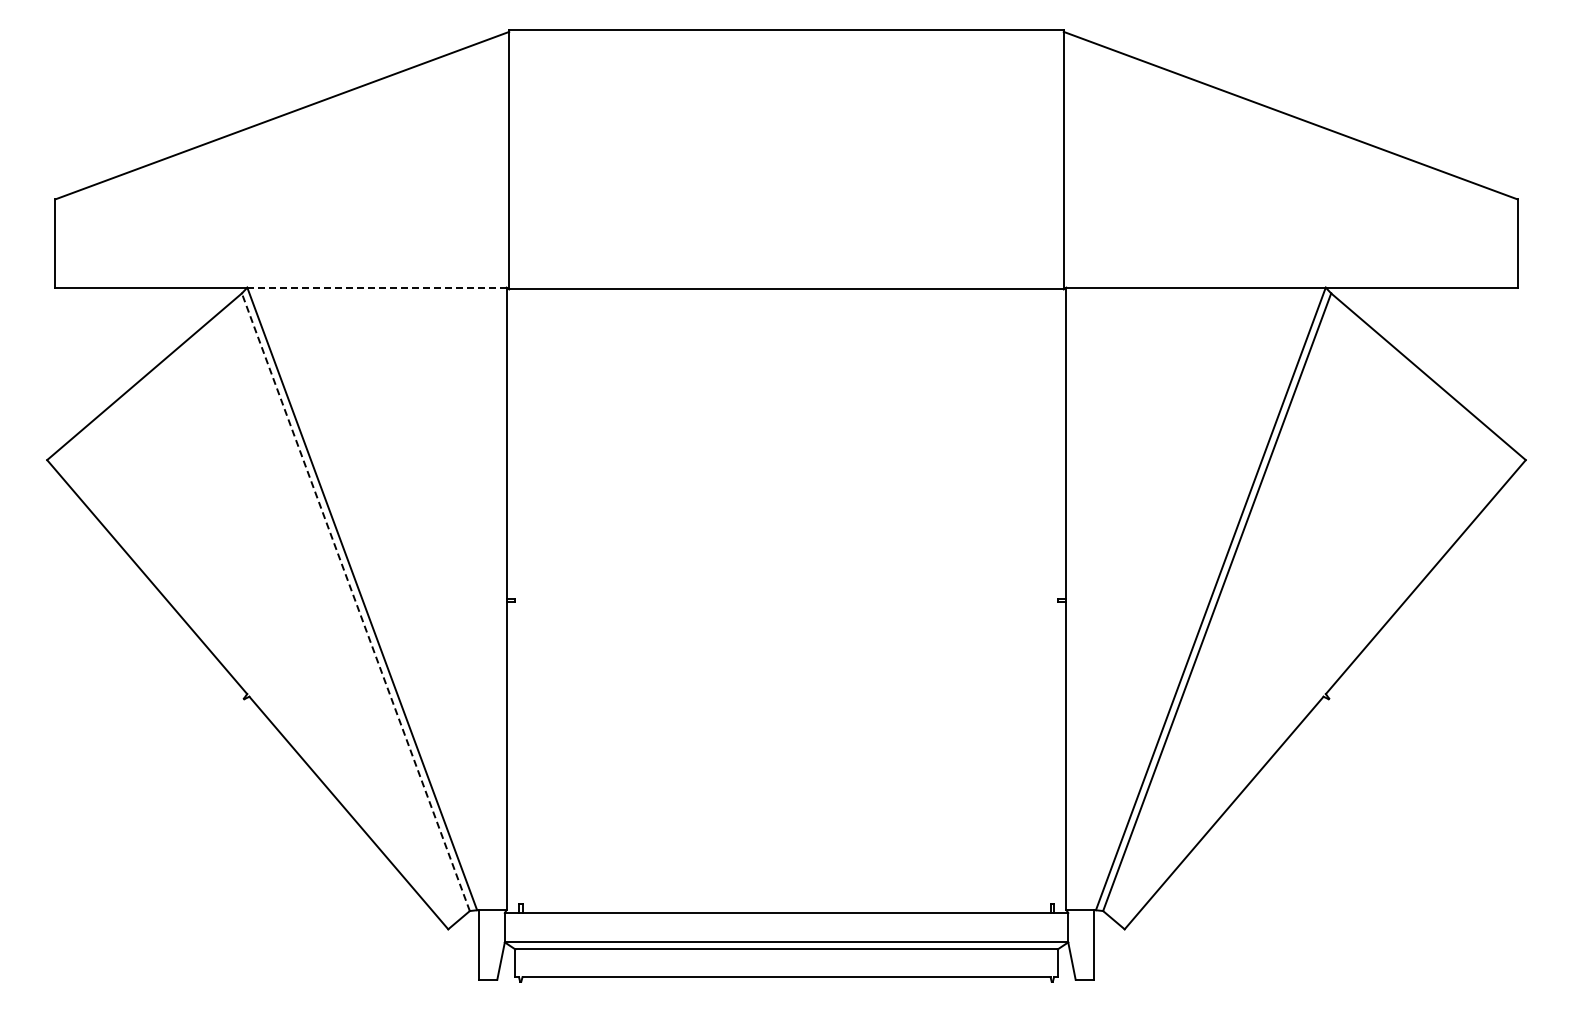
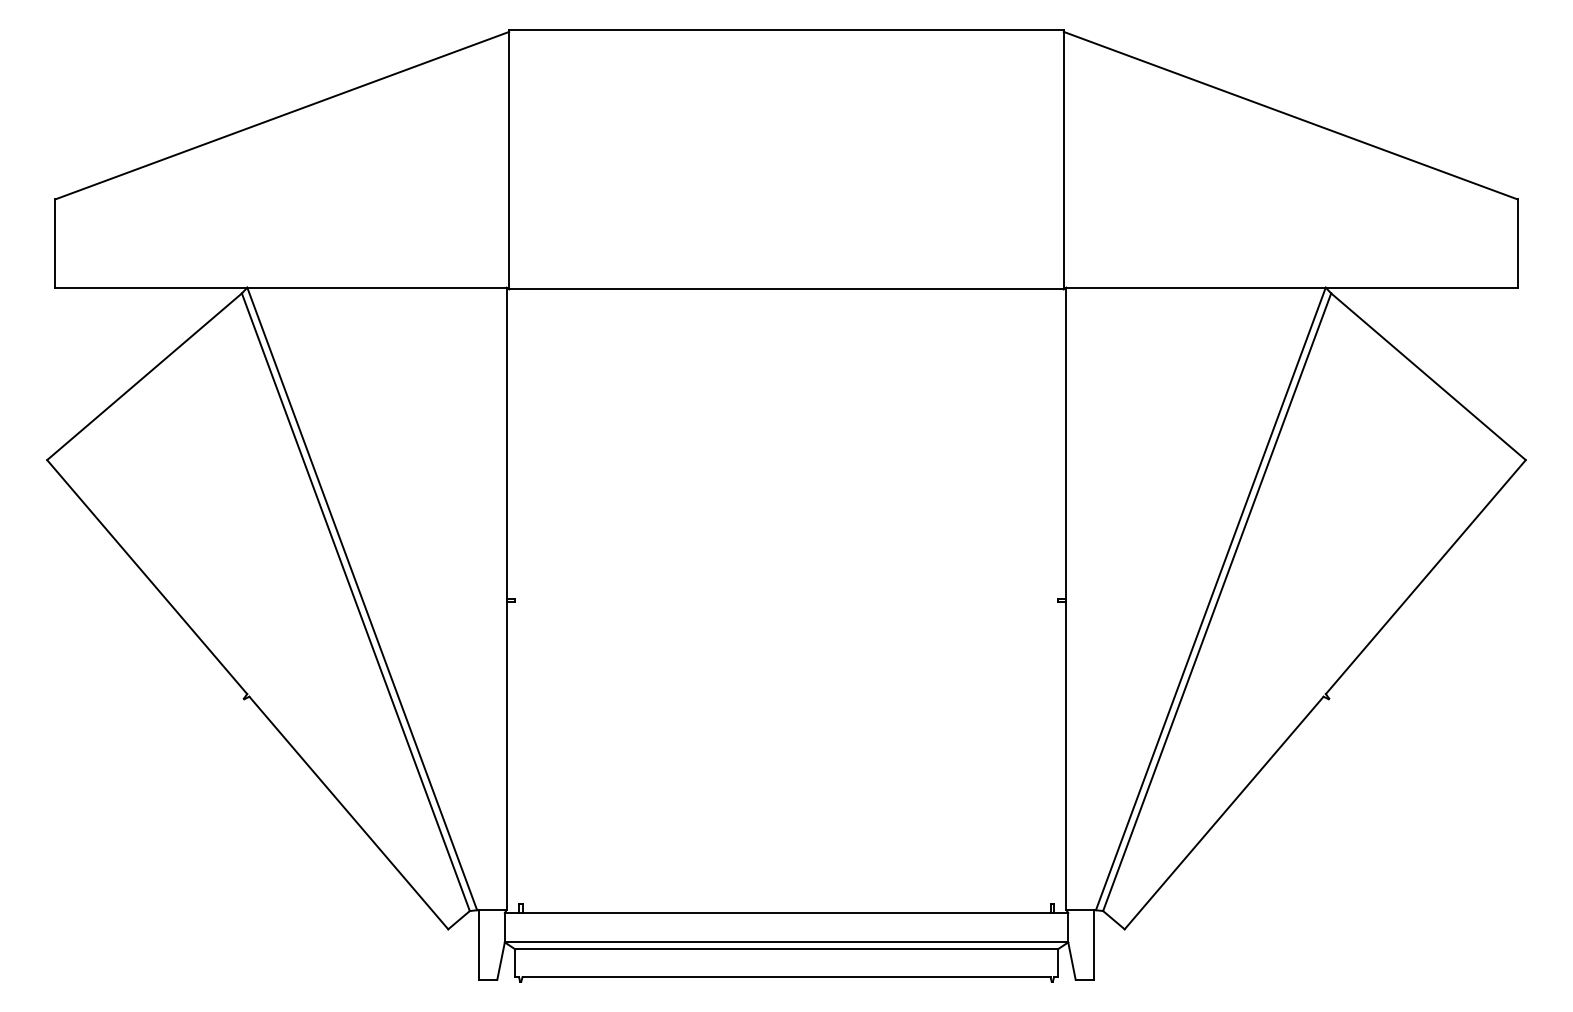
line at (376, 287): dashed -> solid
line at (355, 601): dashed -> solid
